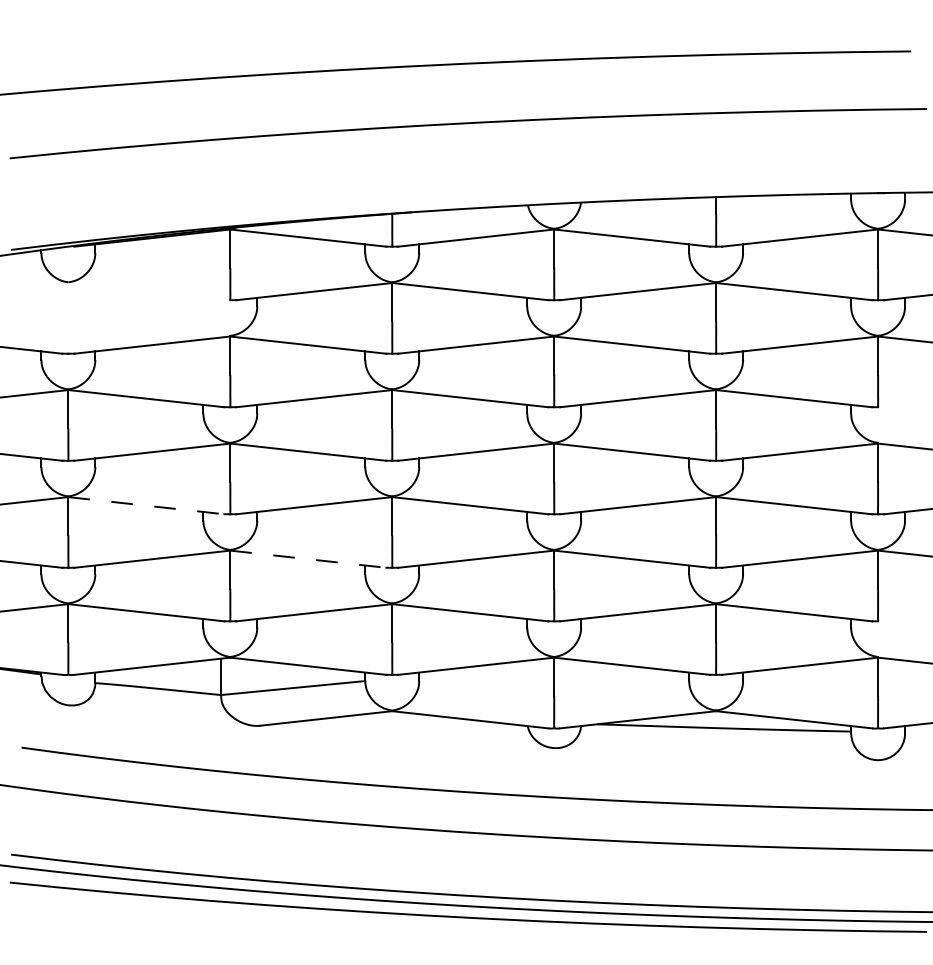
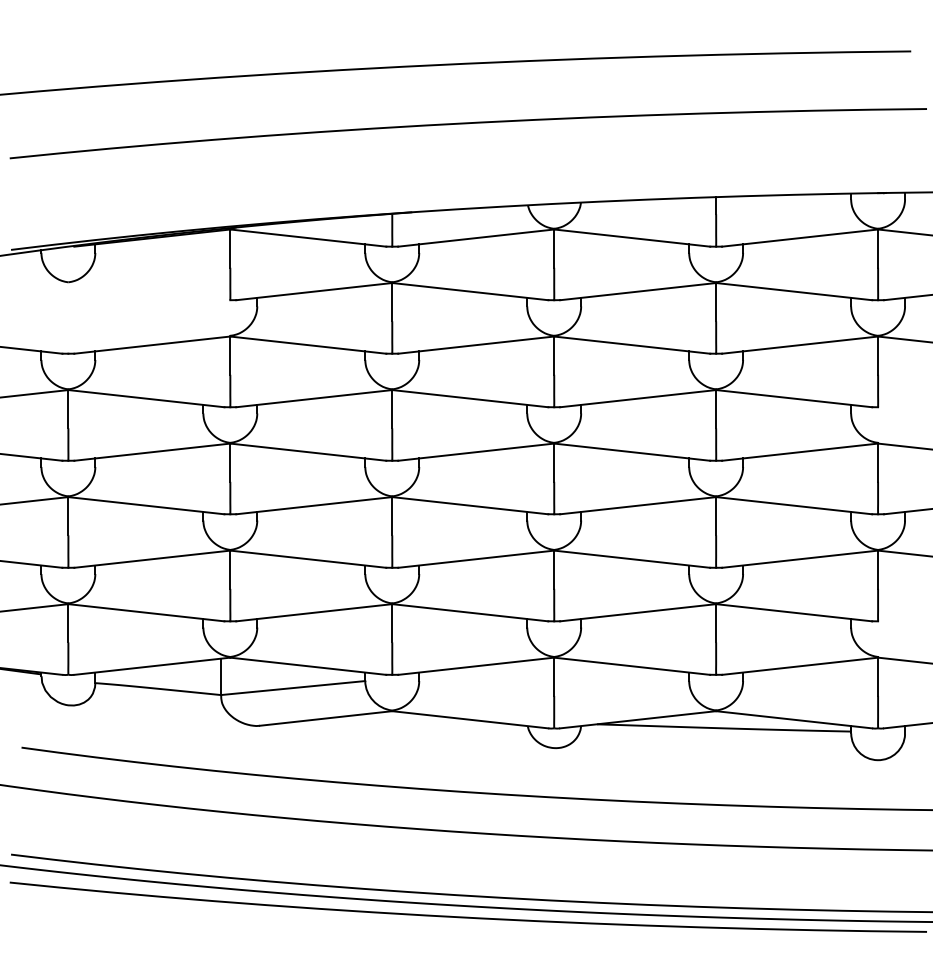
line at (146, 505): dashed -> solid
line at (308, 559): dashed -> solid
